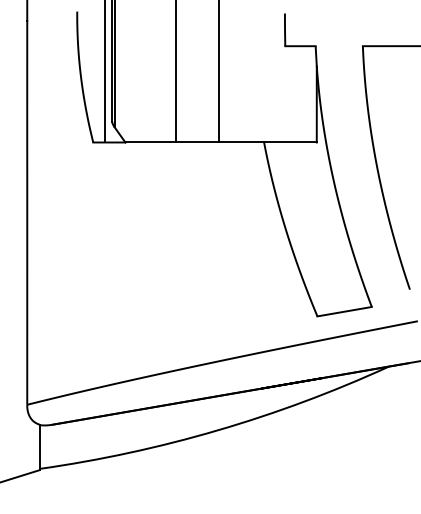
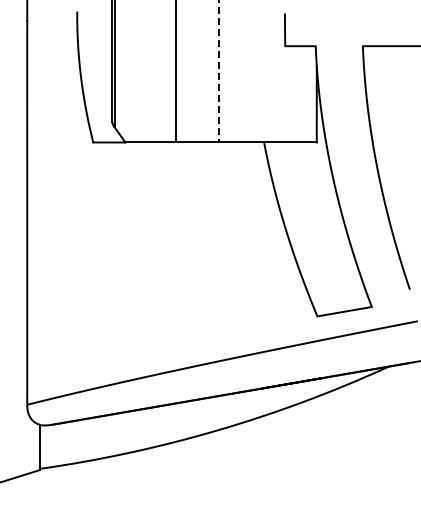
line at (219, 71): solid -> dashed
line at (105, 72): present -> none
